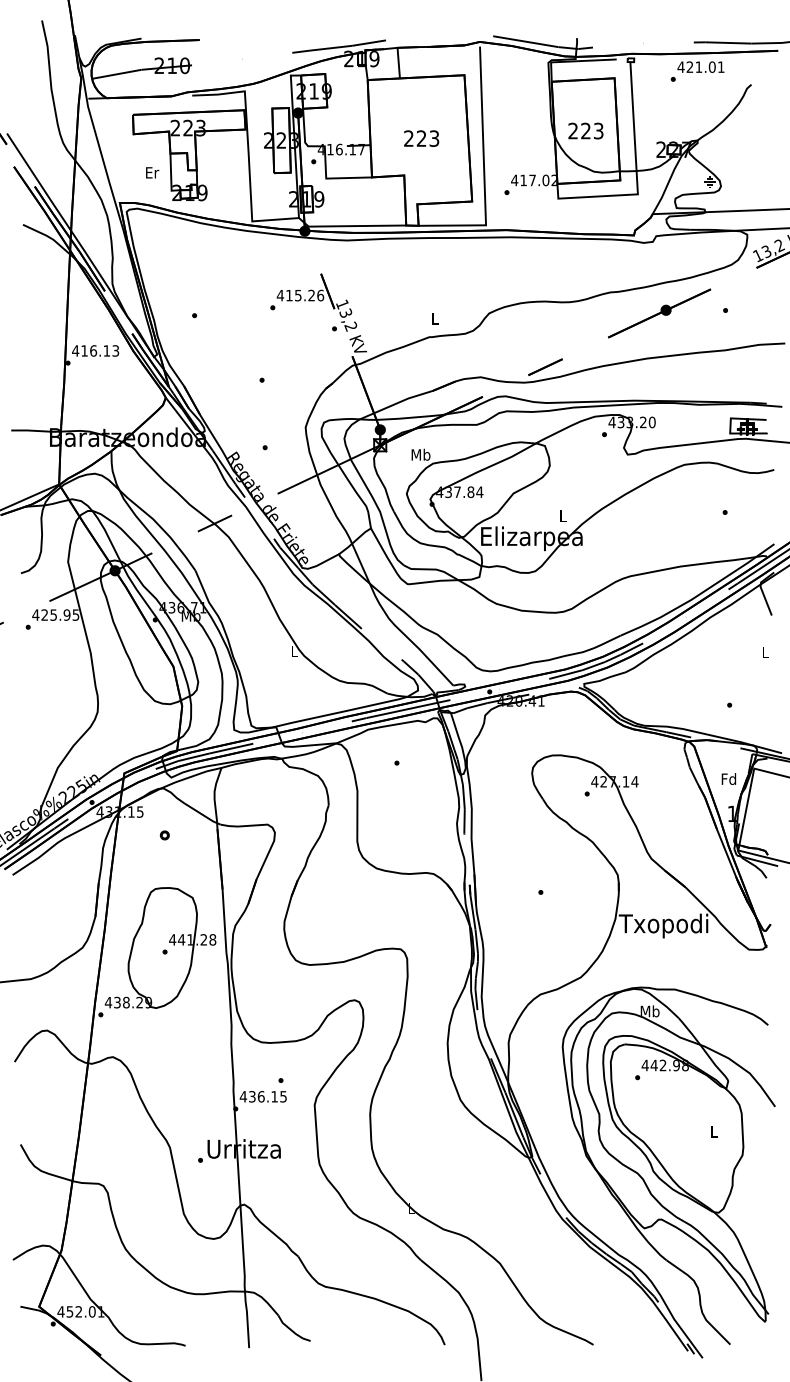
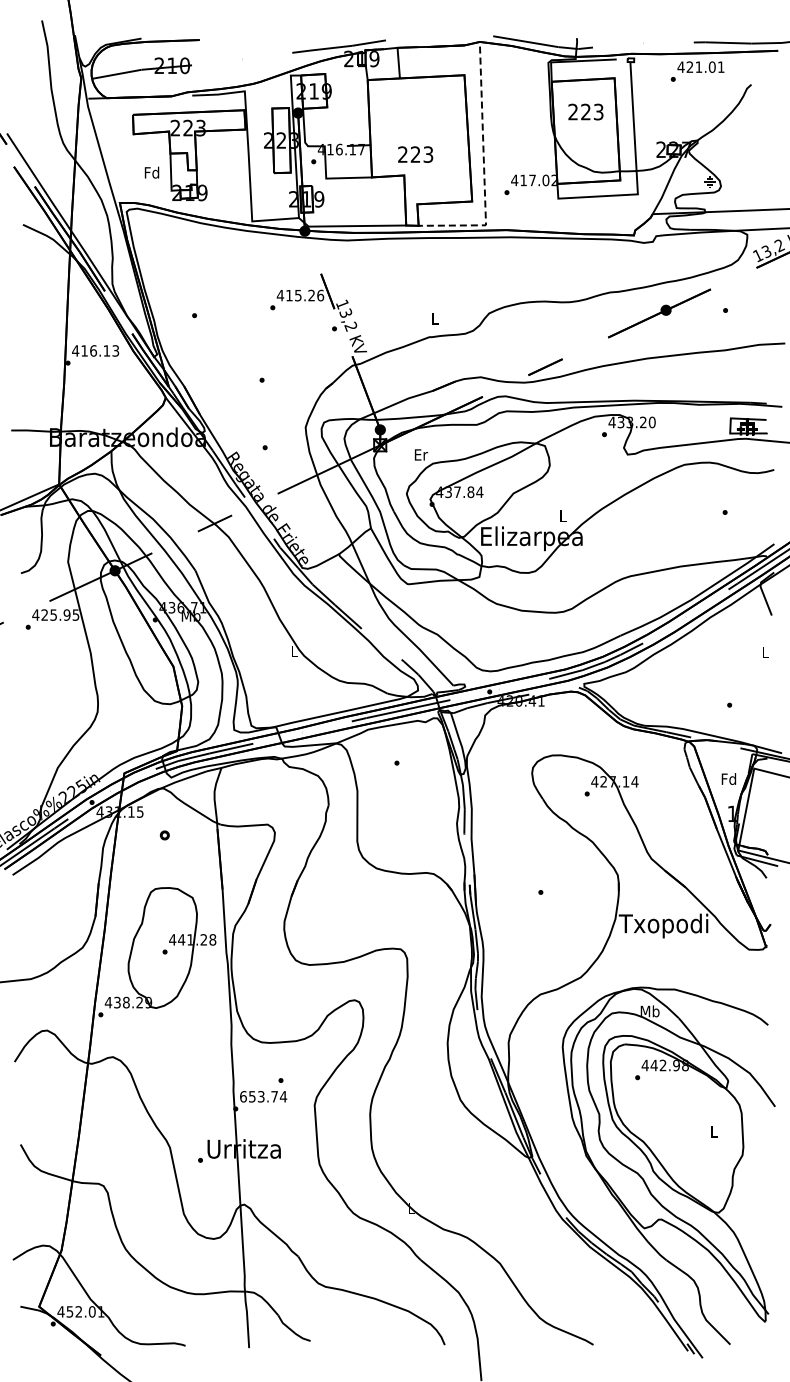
text at (585, 130) position: (585, 130) -> (585, 111)
text at (421, 138) position: (421, 138) -> (415, 154)
line at (484, 170): solid -> dashed
text at (151, 172): Er -> Fd
text at (420, 454): Mb -> Er
text at (263, 1096): 436.15 -> 653.74
